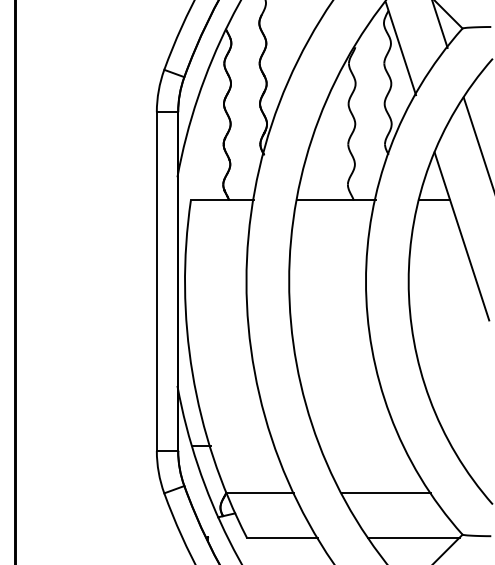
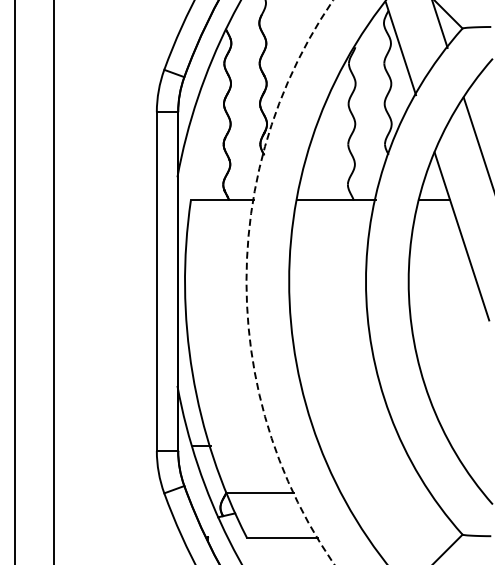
line at (15, 281) position: (15, 281) -> (53, 281)
arc at (246, 282): solid -> dashed
line at (386, 493): present -> none
line at (413, 537): present -> none
